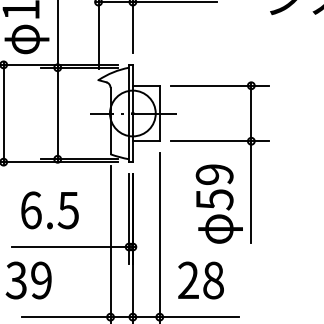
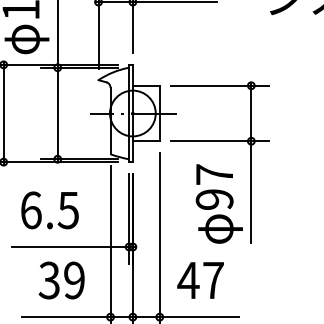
text at (214, 187): 59 -> 97
text at (28, 280) position: (28, 280) -> (61, 280)
text at (200, 280): 28 -> 47
